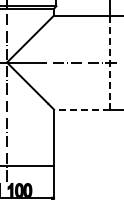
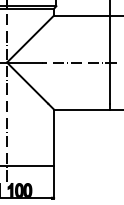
line at (110, 60): dashed -> solid
line at (81, 109): dashed -> solid
